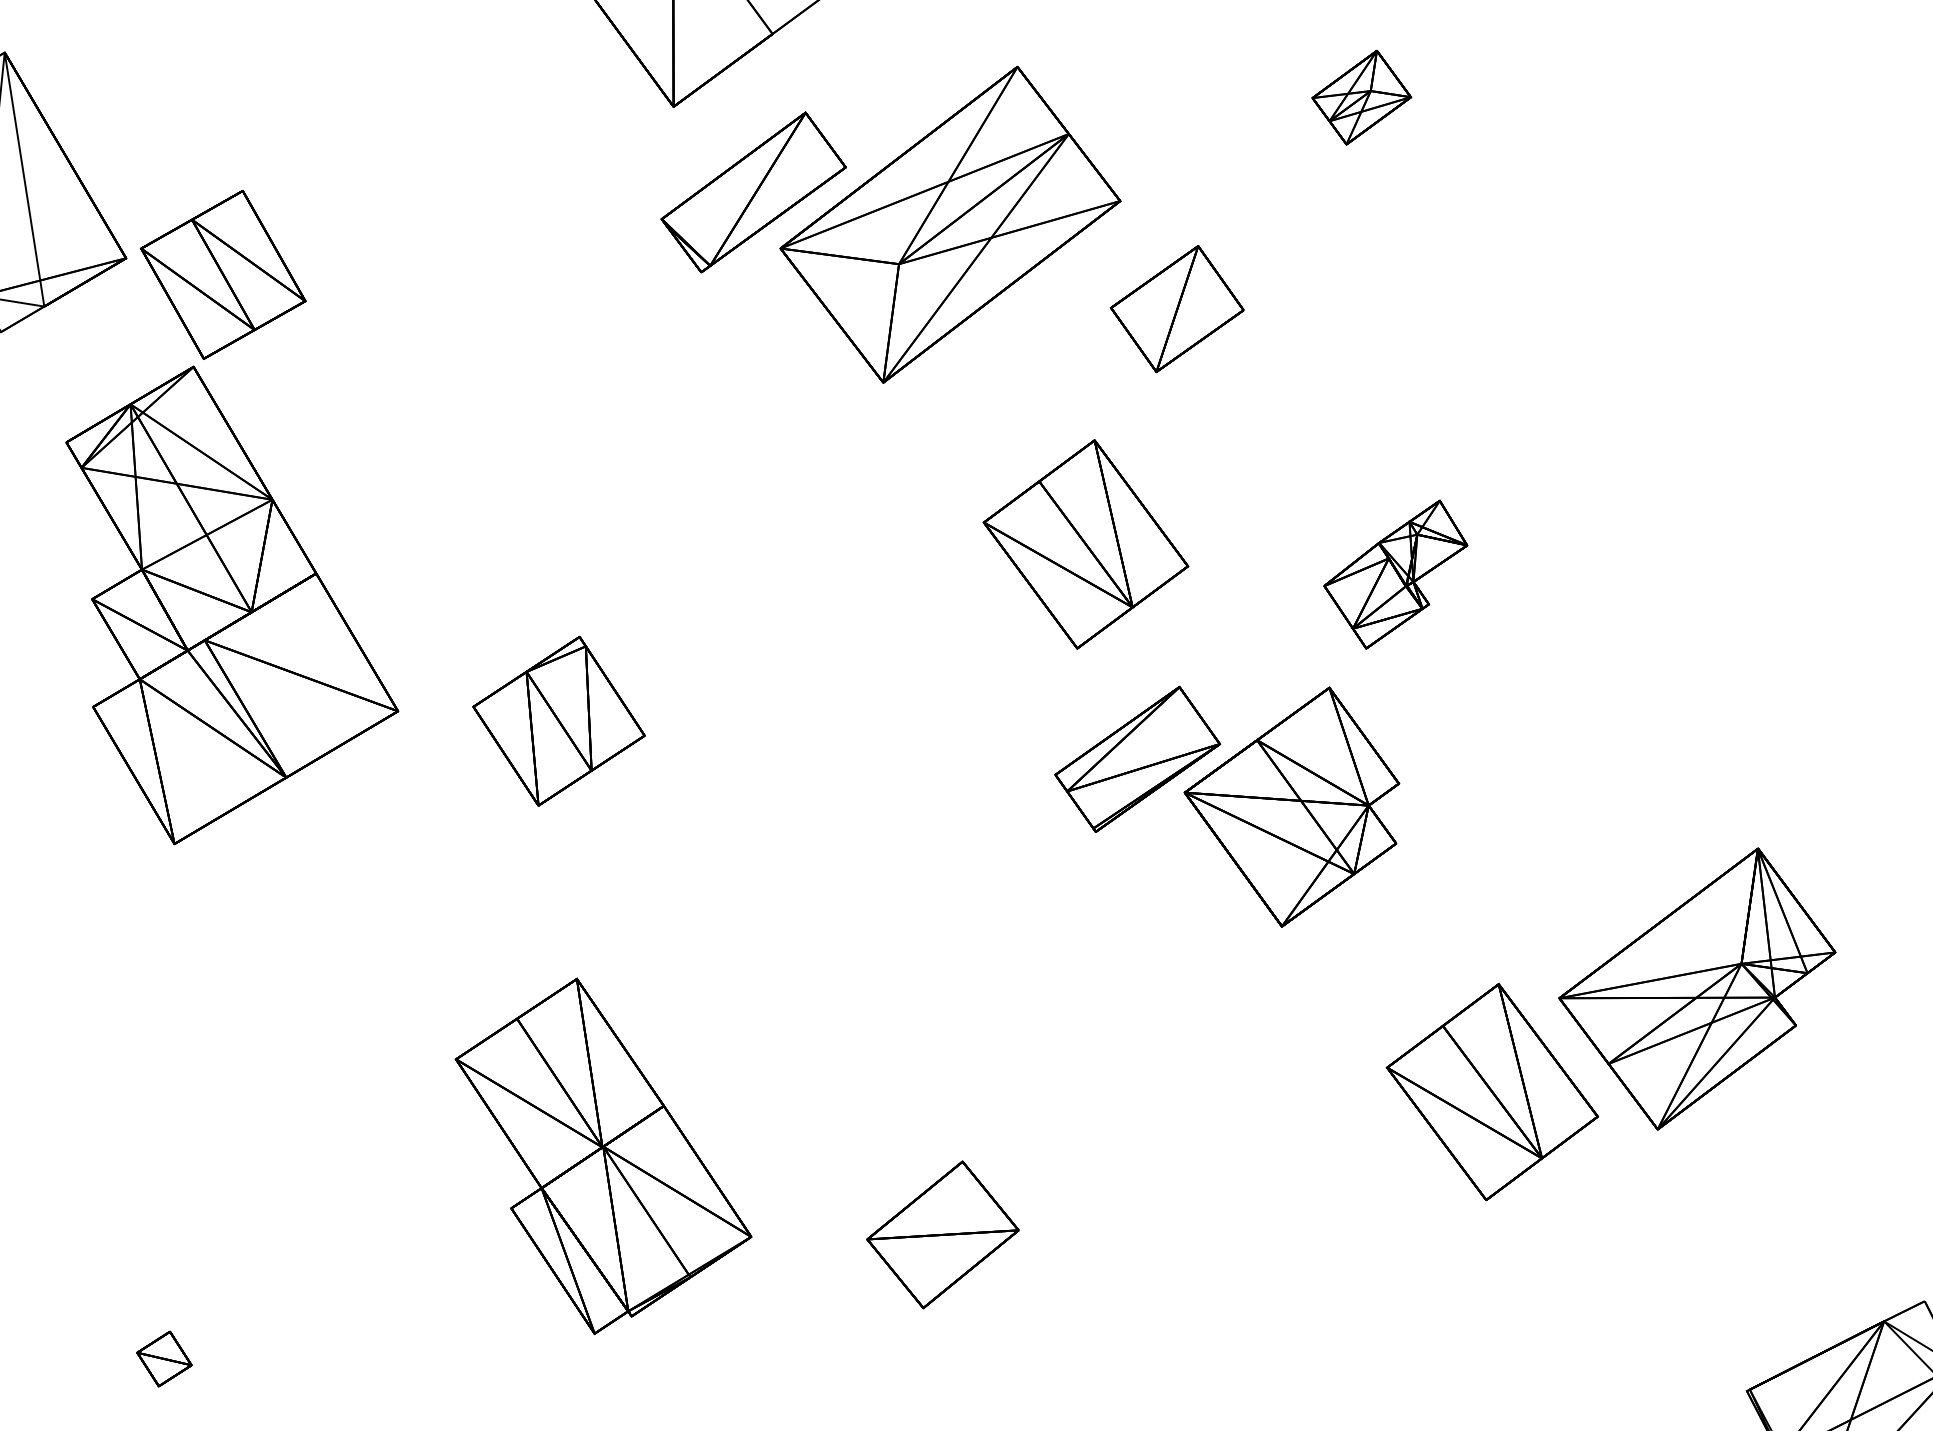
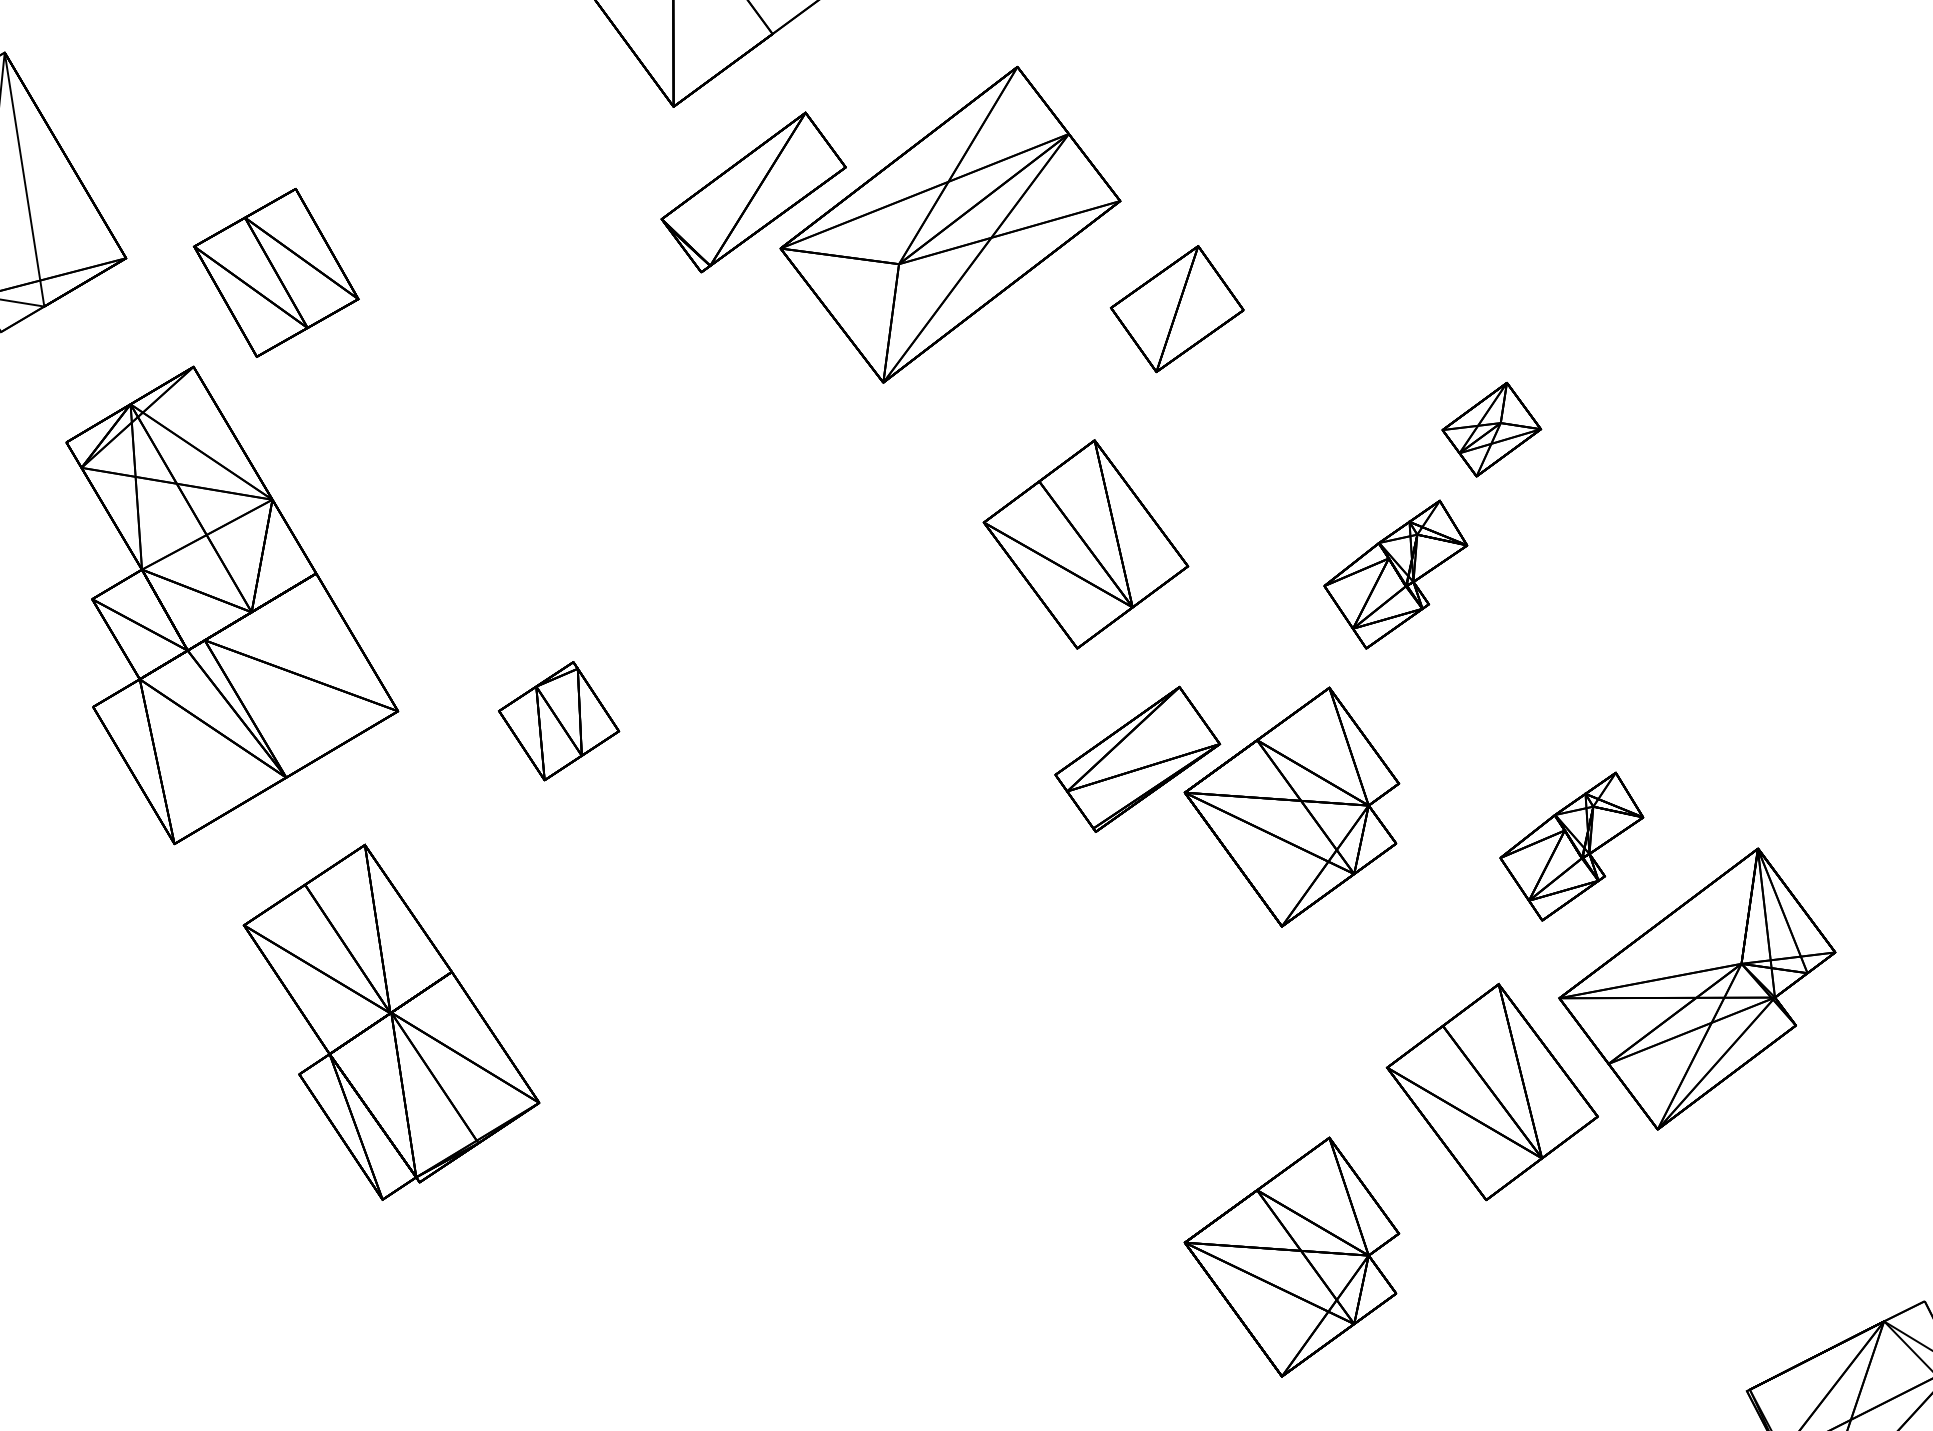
part at (1361, 97) position: (1361, 97) -> (1491, 429)
part at (222, 274) position: (222, 274) -> (275, 272)
part at (558, 720) size: 174x172 px -> 123x121 px
part at (1571, 846): none -> present
part at (603, 1155) position: (603, 1155) -> (391, 1021)
part at (942, 1234): present -> none
part at (1291, 1256): none -> present
part at (164, 1358): present -> none
